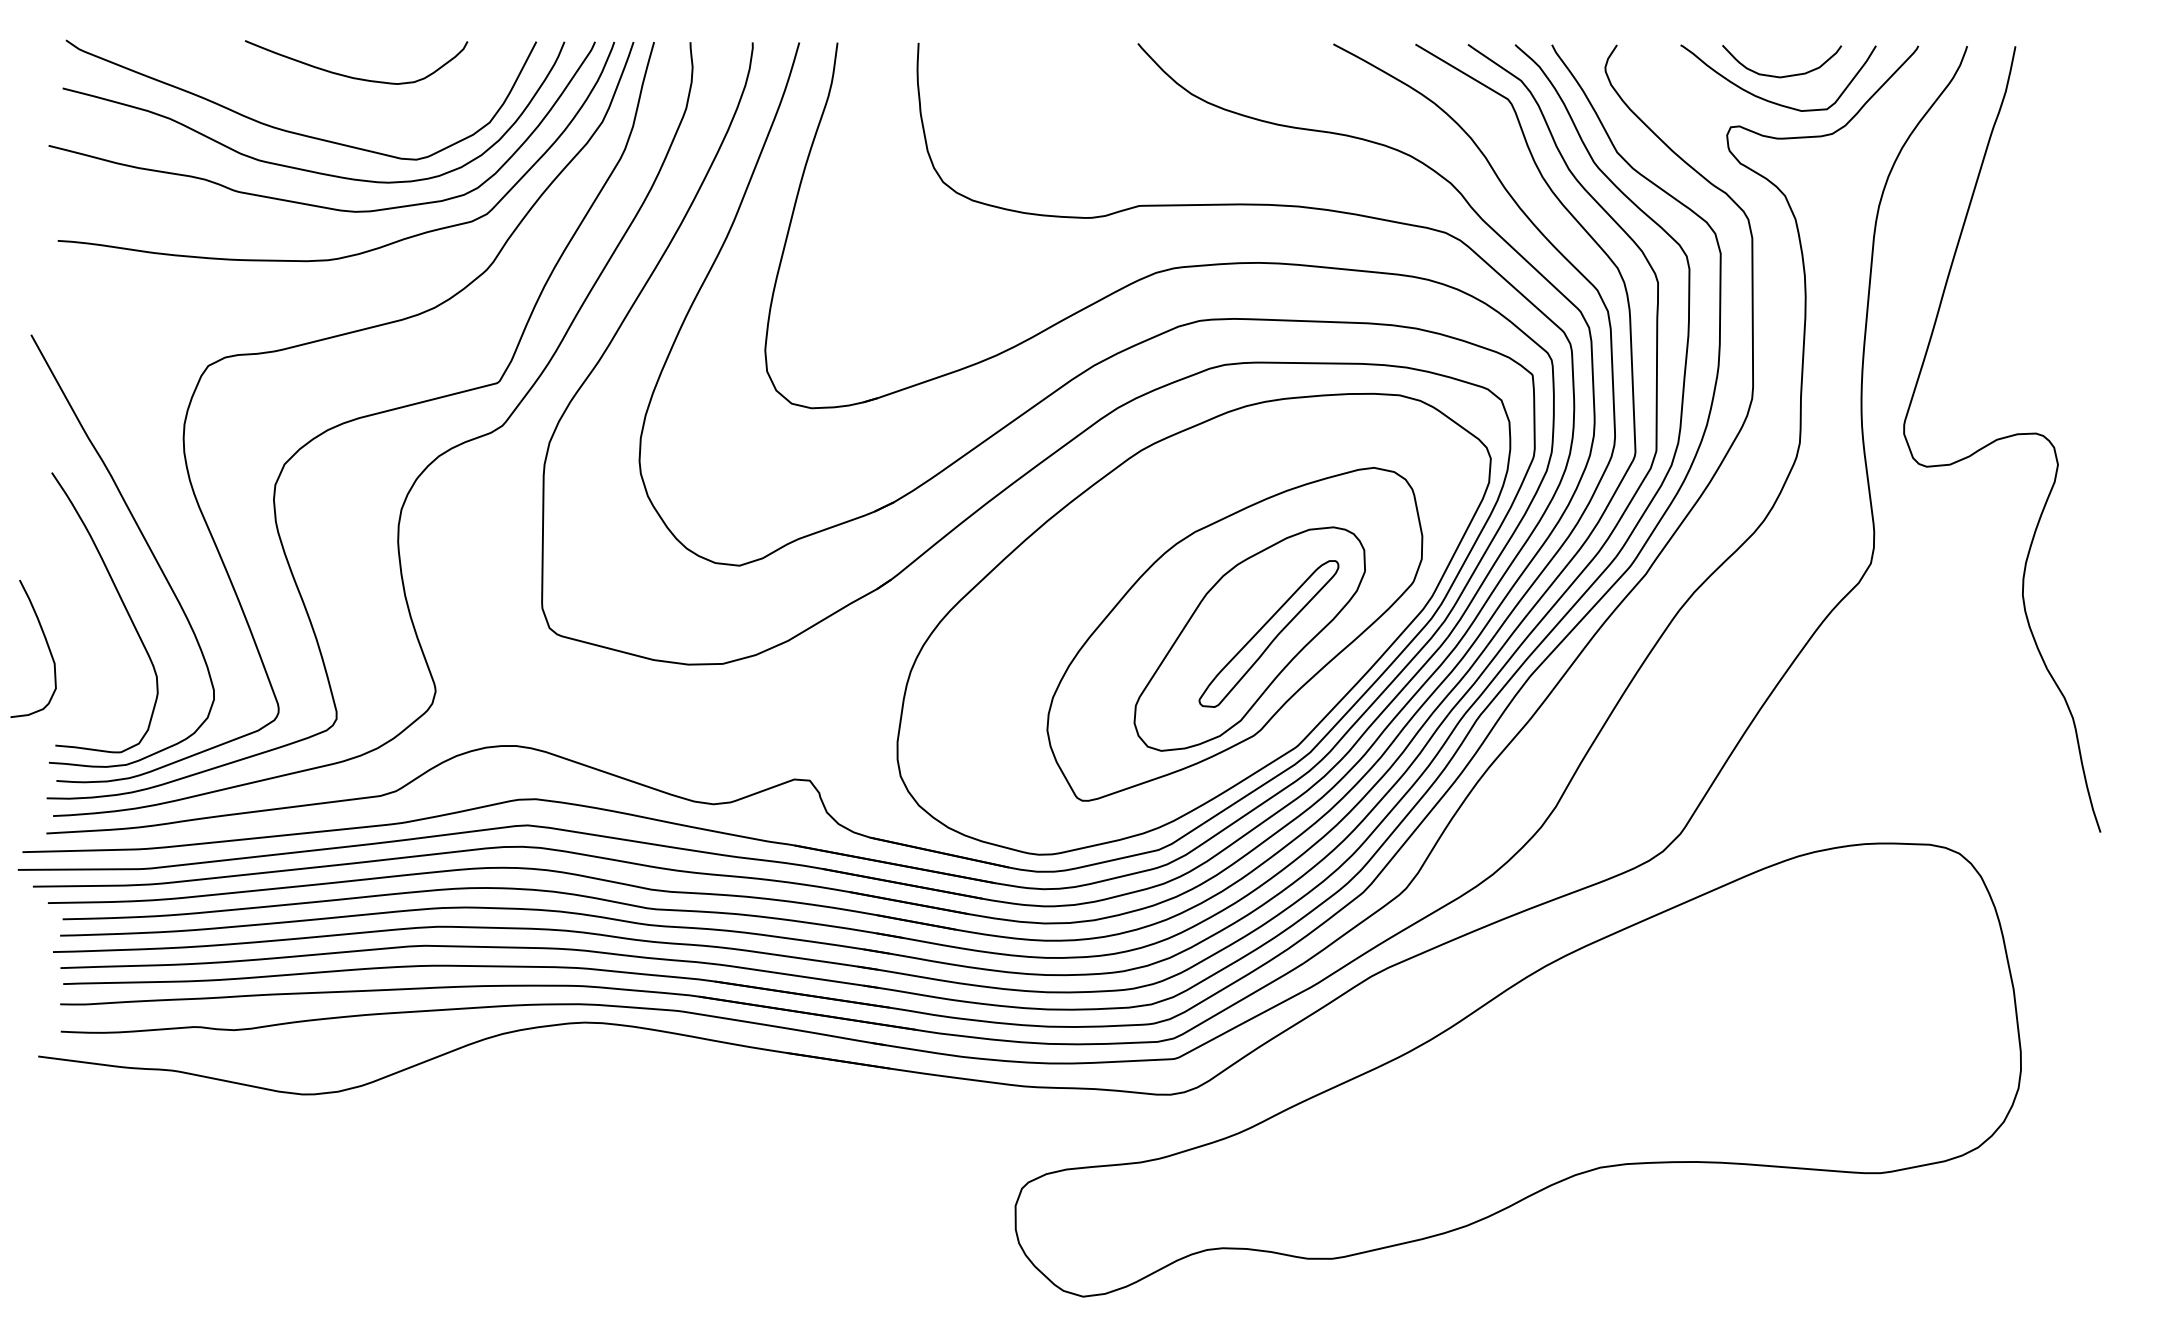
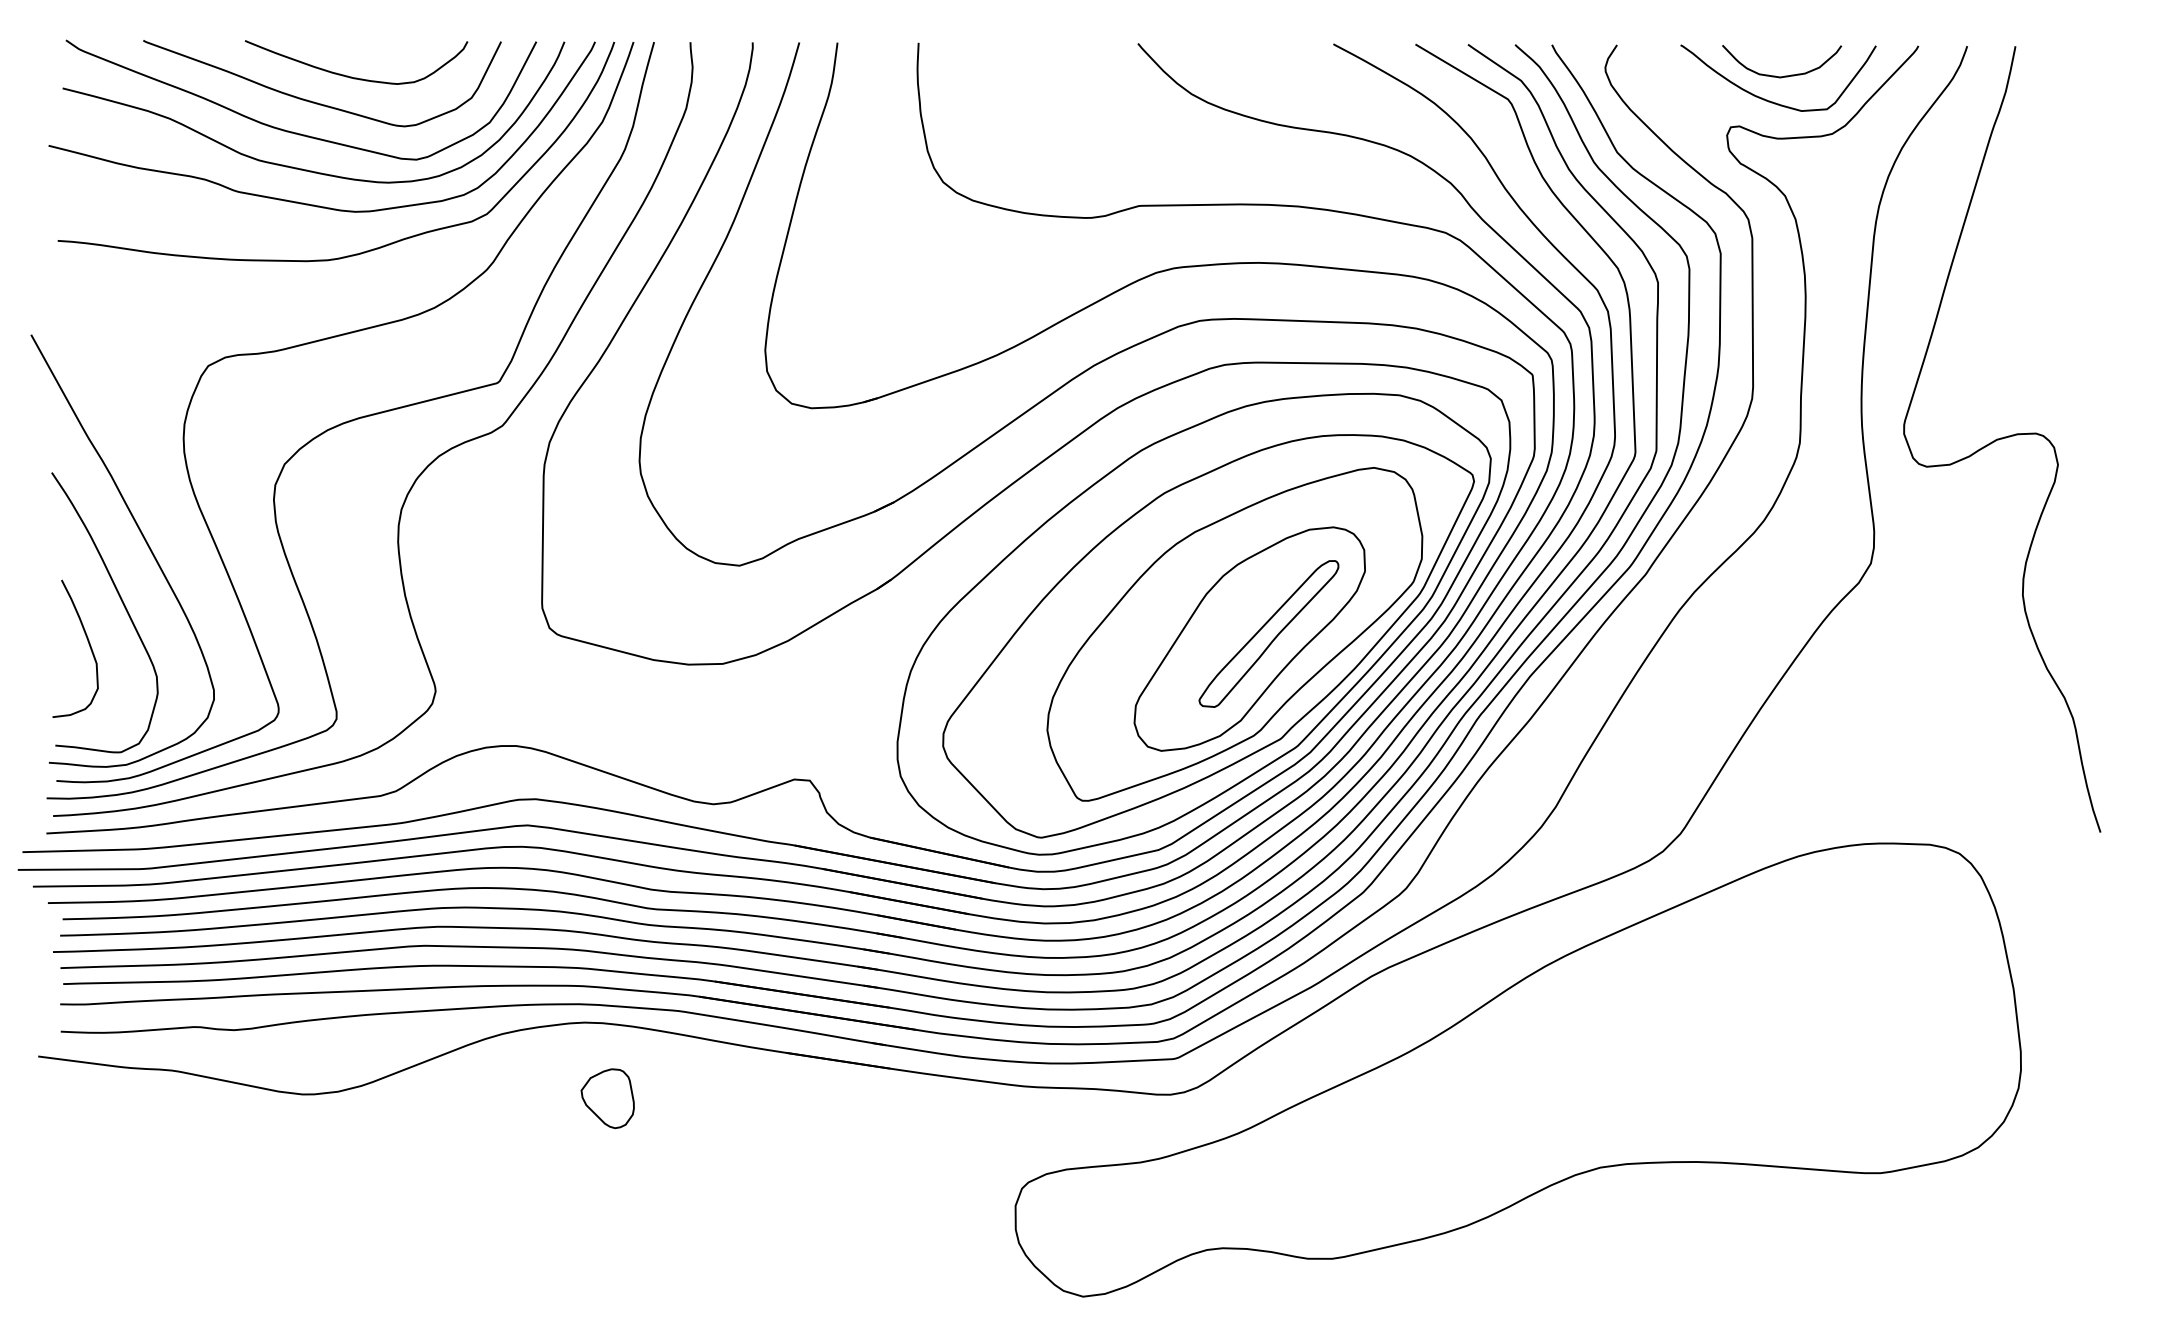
curve at (317, 102): none -> present
part at (1208, 636): none -> present
curve at (46, 644) position: (46, 644) -> (88, 644)
part at (607, 1098): none -> present
